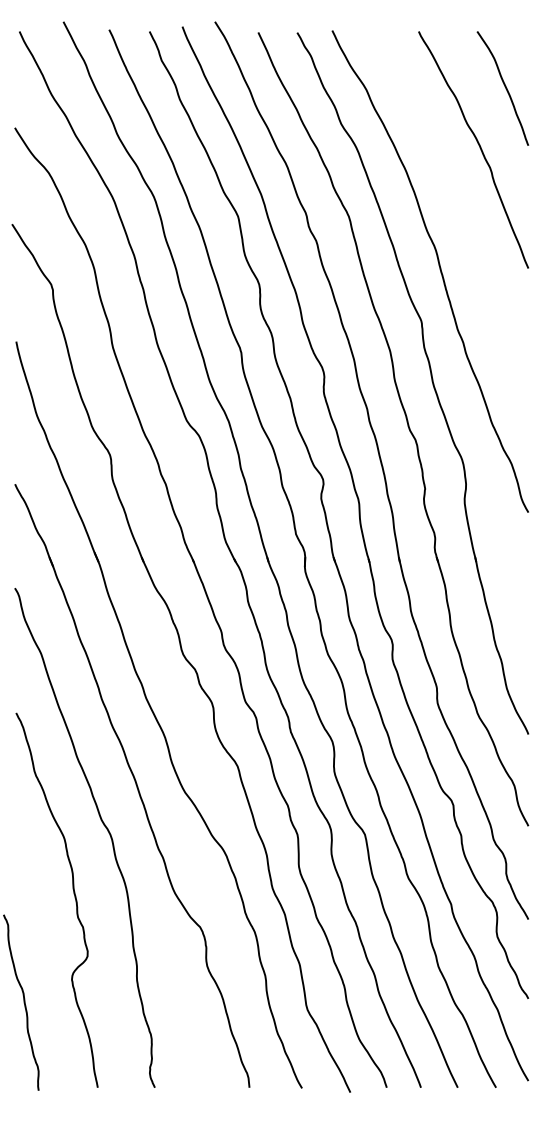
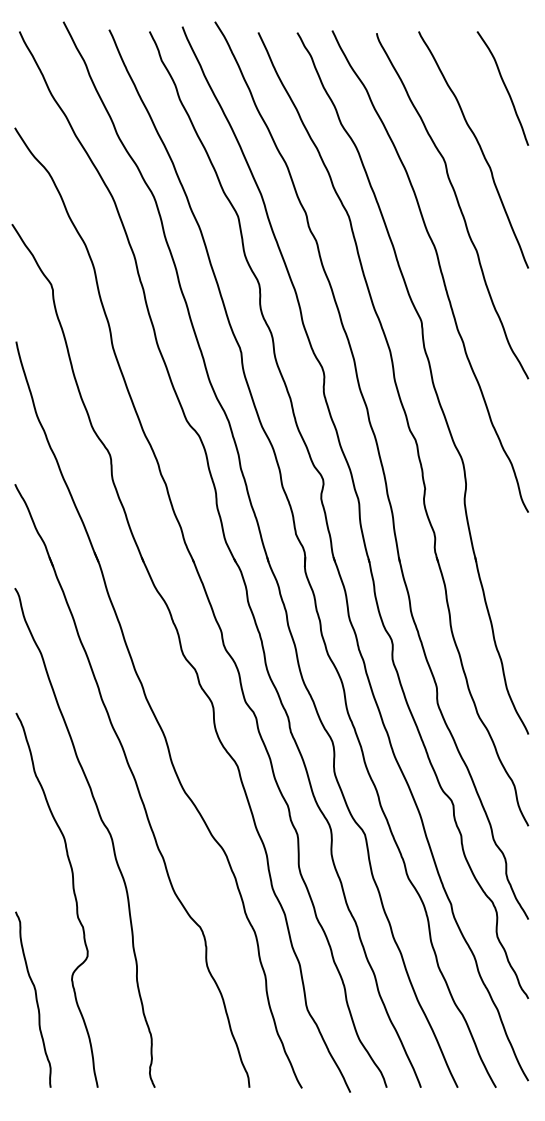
curve at (457, 204): none -> present
curve at (23, 1002) position: (23, 1002) -> (35, 999)
